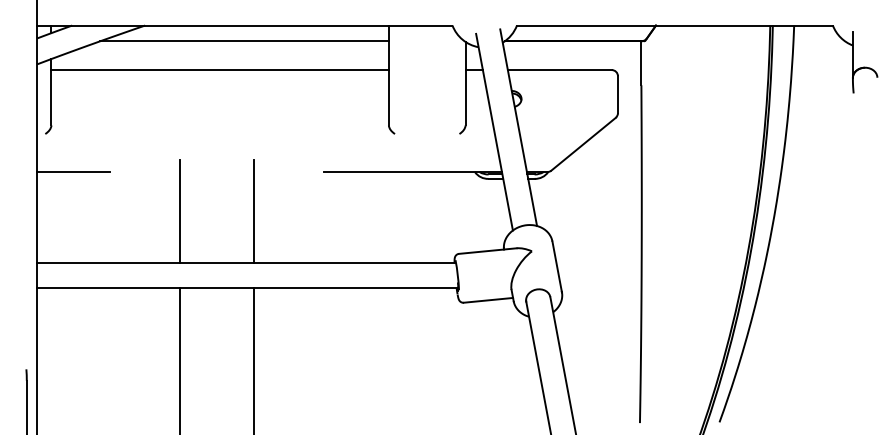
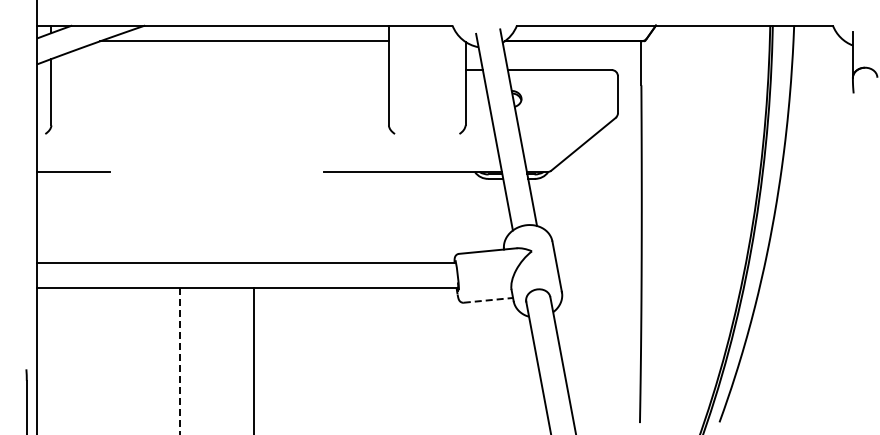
line at (219, 70): present -> none
line at (180, 211): present -> none
line at (253, 211): present -> none
line at (488, 300): solid -> dashed
line at (180, 361): solid -> dashed
